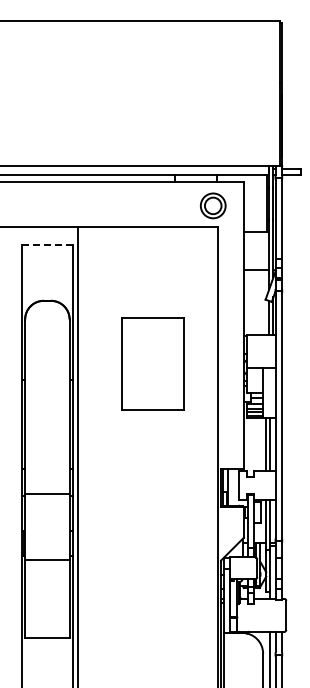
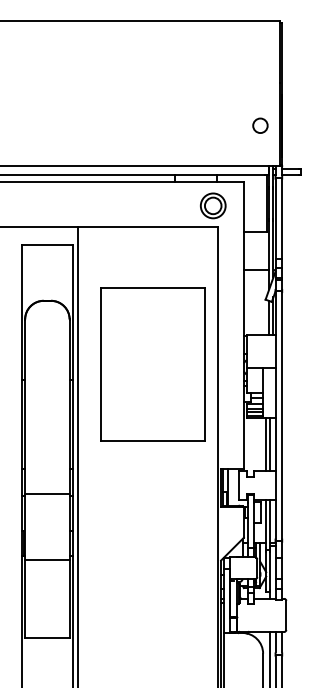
circle at (260, 125): none -> present
line at (47, 245): dashed -> solid
part at (152, 363) size: 64x94 px -> 106x155 px
